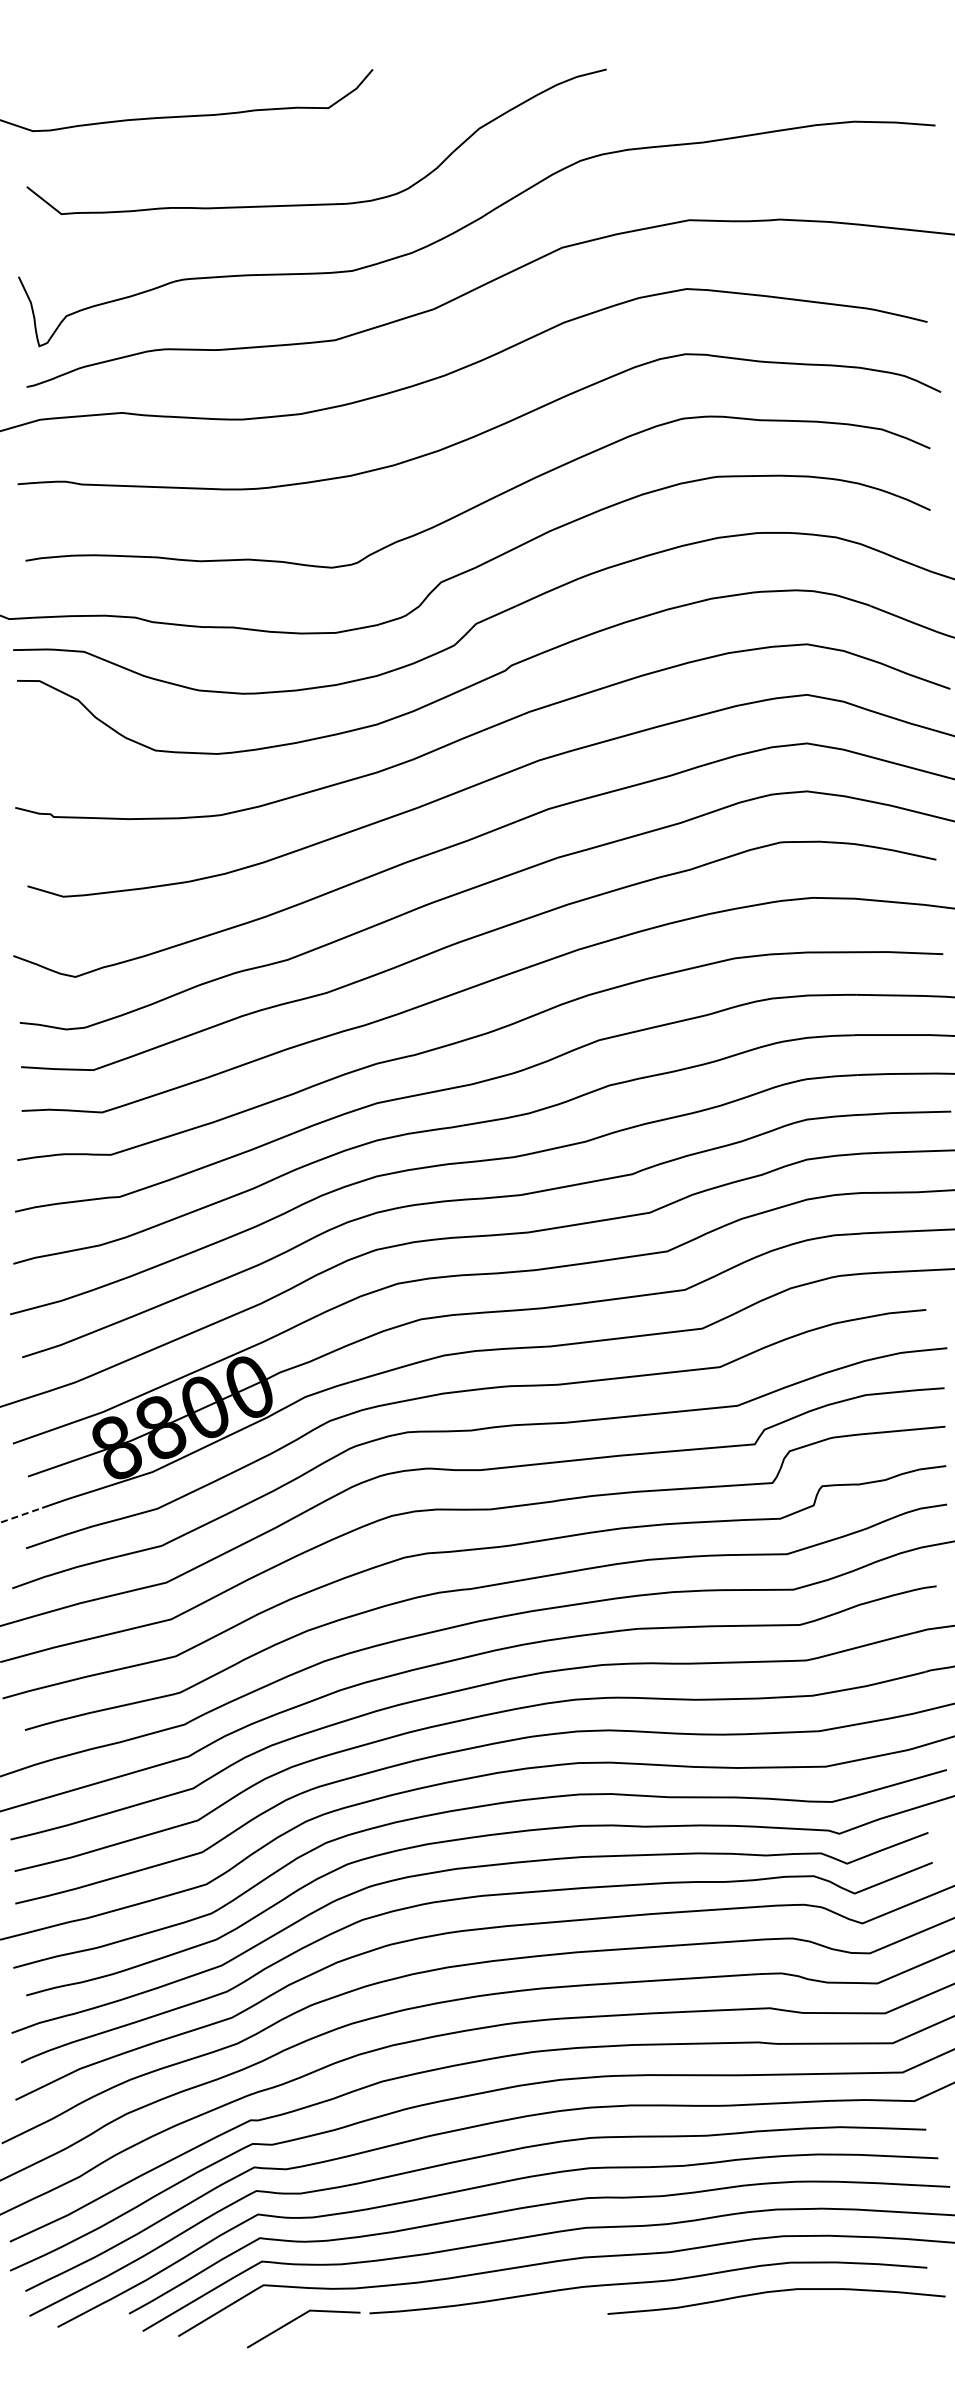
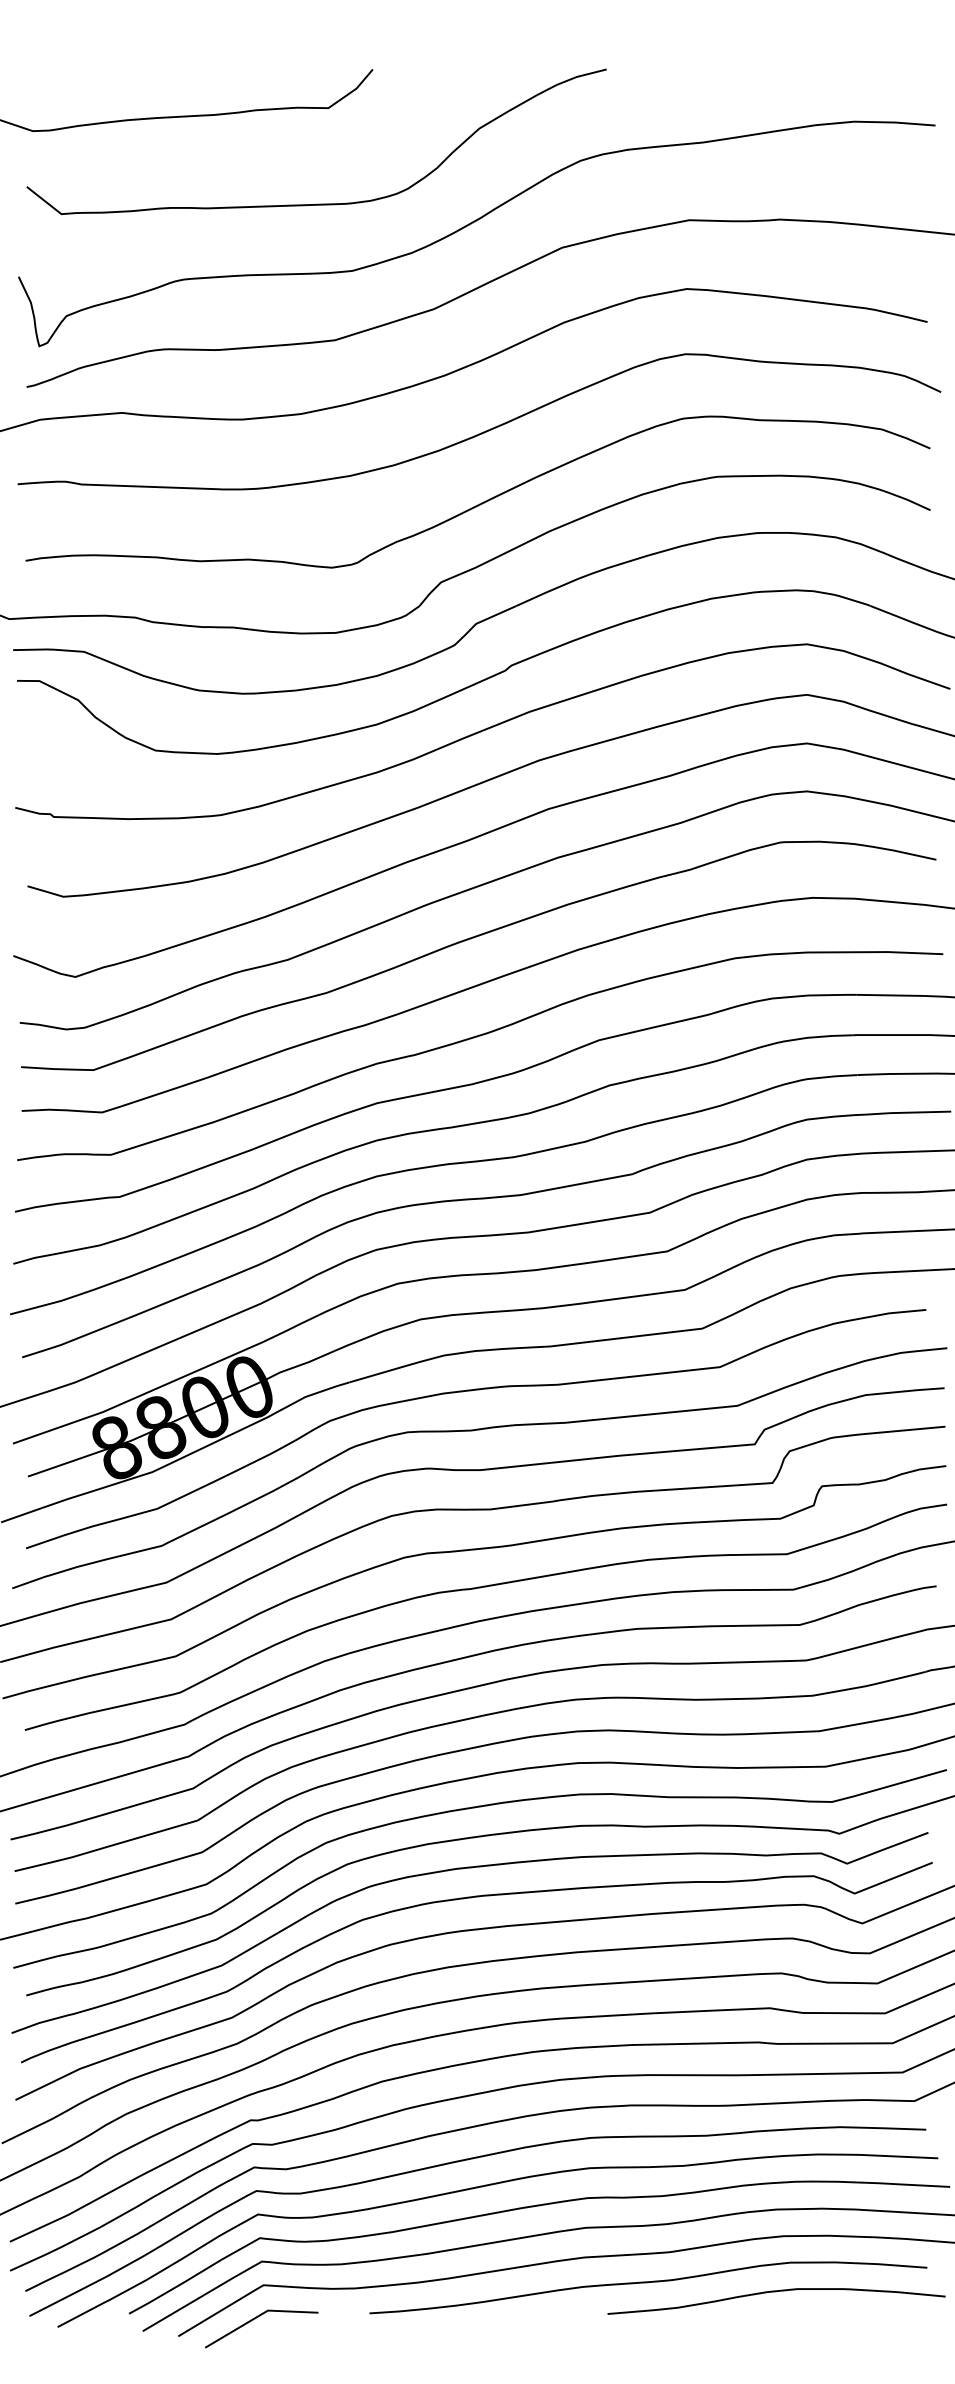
line at (21, 1515): dashed -> solid
line at (297, 2319) position: (297, 2319) -> (255, 2319)
